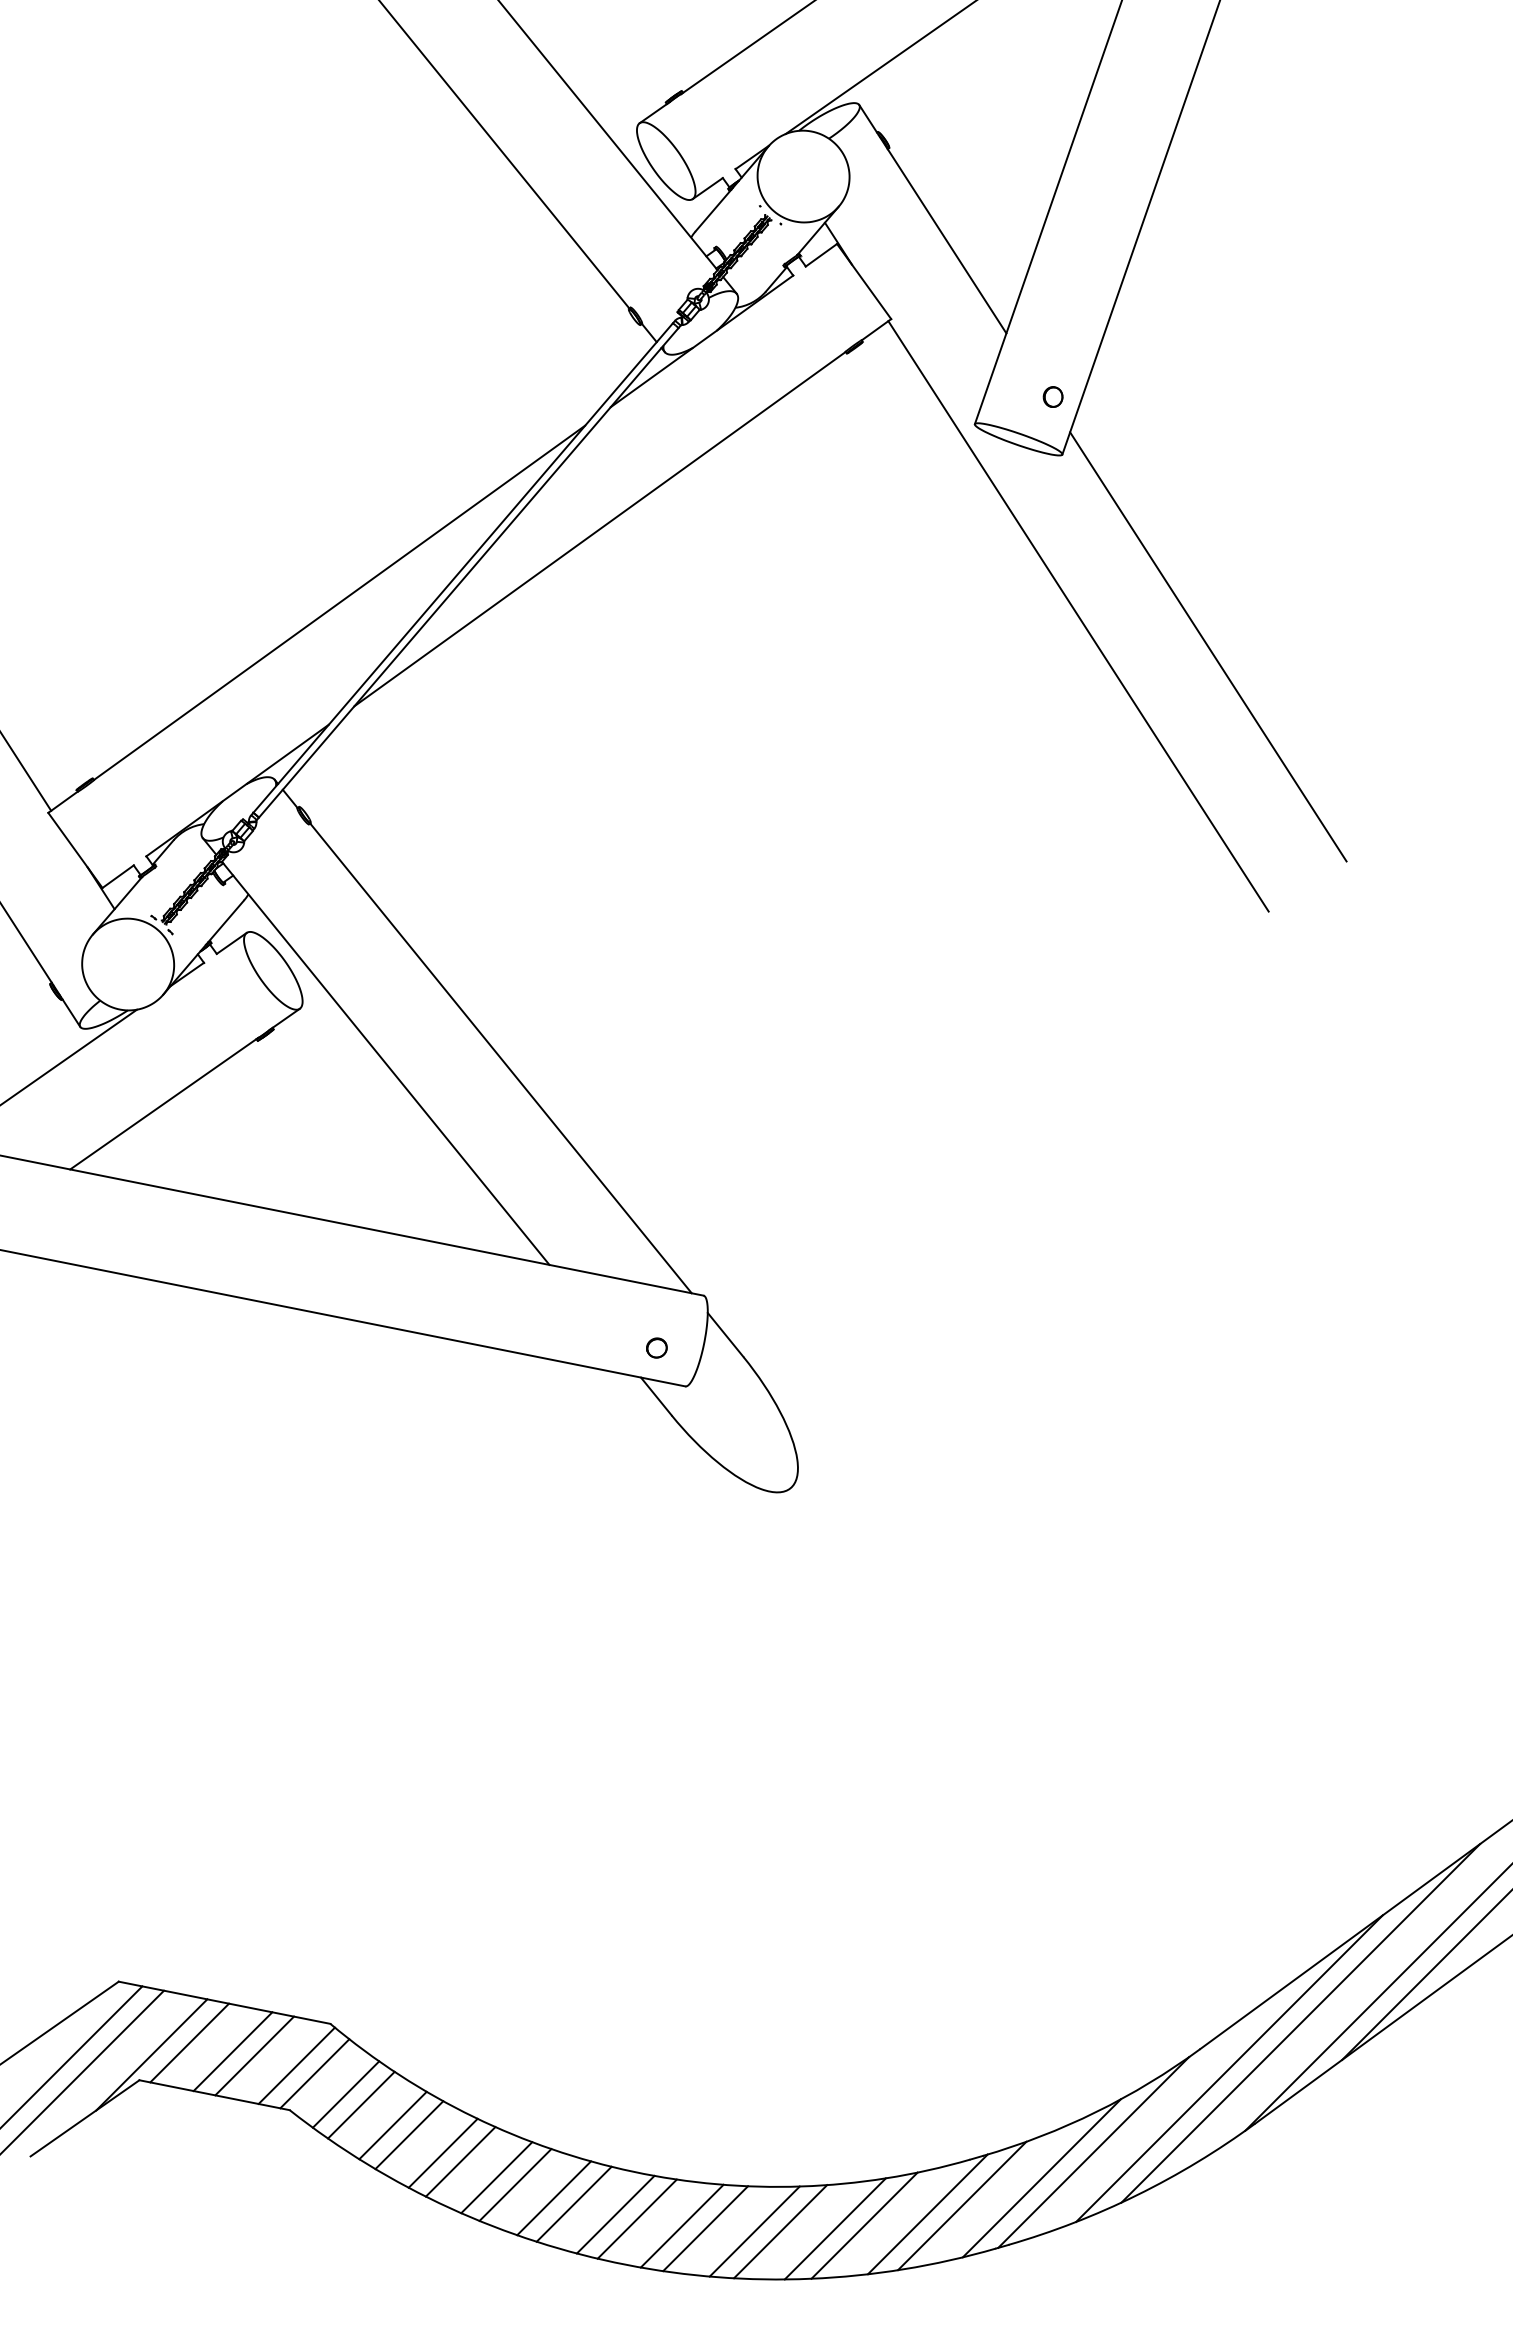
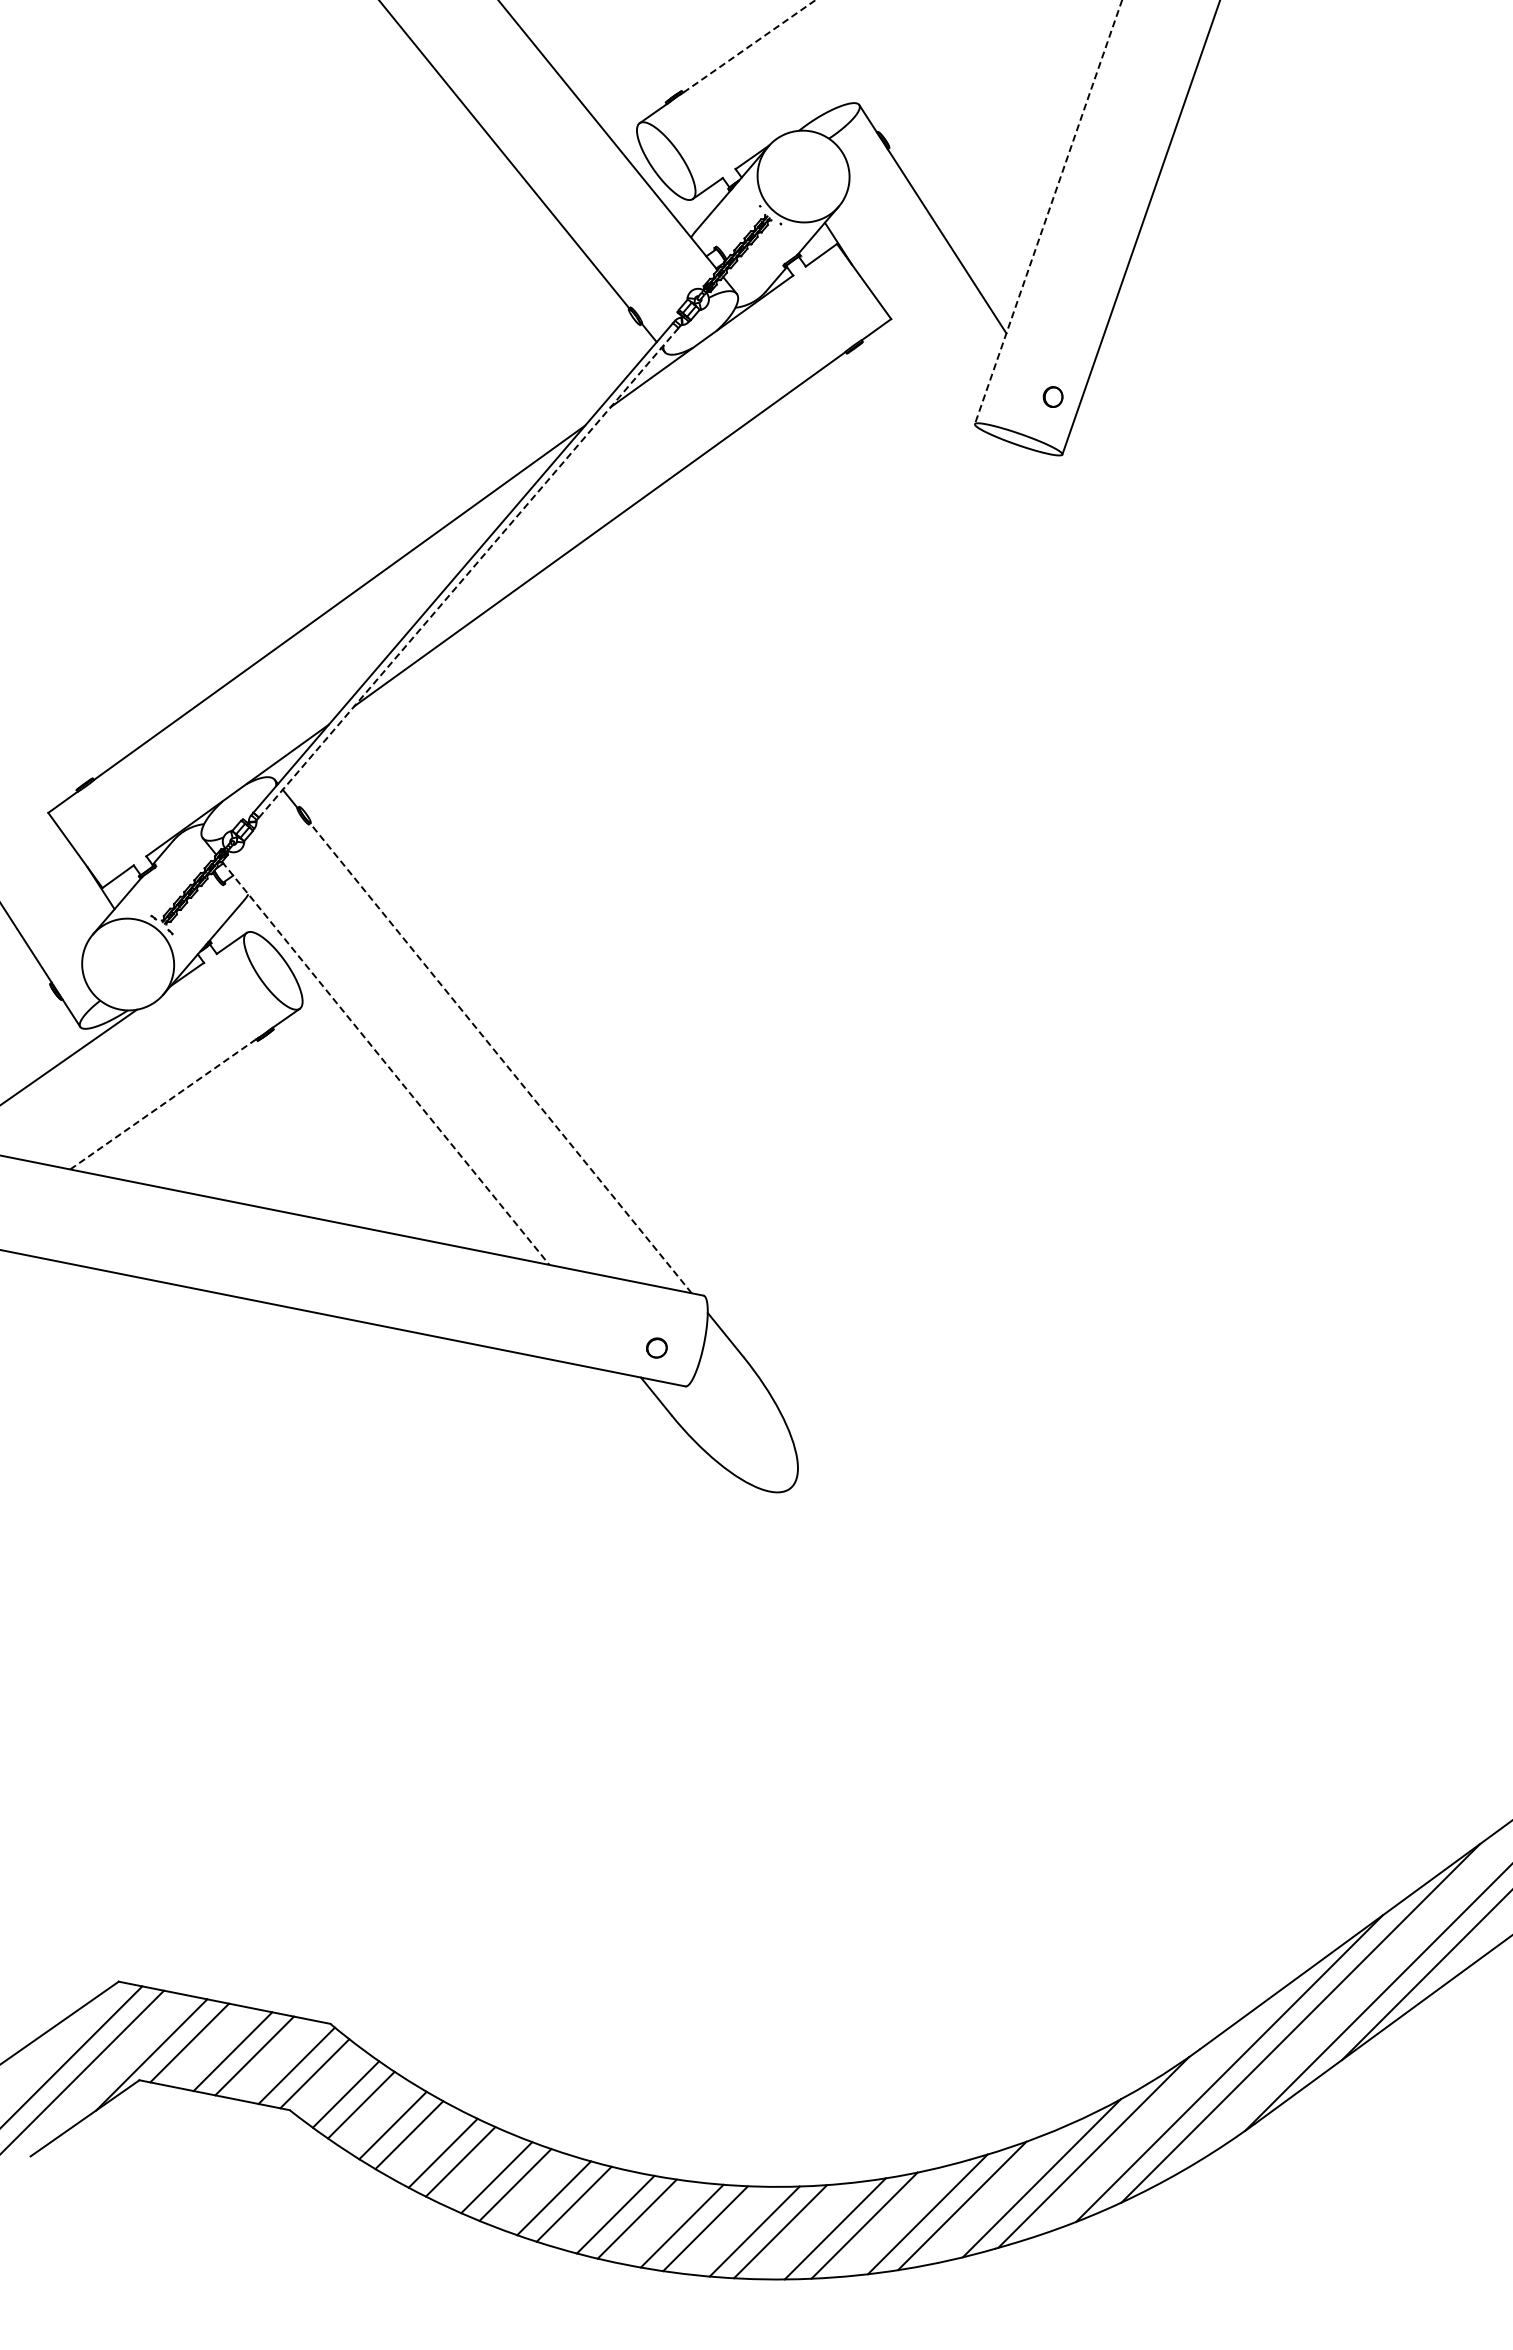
line at (748, 47): solid -> dashed
line at (879, 68): present -> none
line at (1048, 212): solid -> dashed
line at (468, 572): solid -> dashed
line at (1078, 616): present -> none
line at (1208, 646): present -> none
line at (26, 772): present -> none
line at (500, 1058): solid -> dashed
line at (385, 1063): solid -> dashed
line at (164, 1103): solid -> dashed
